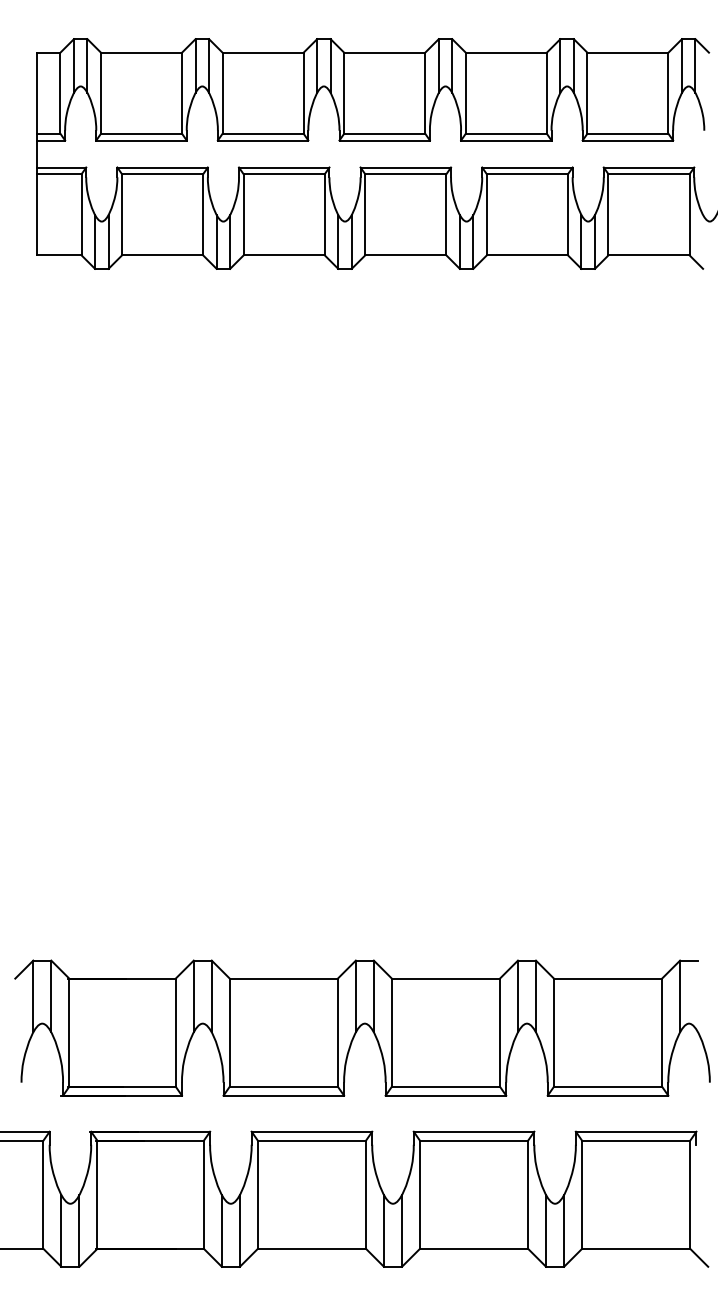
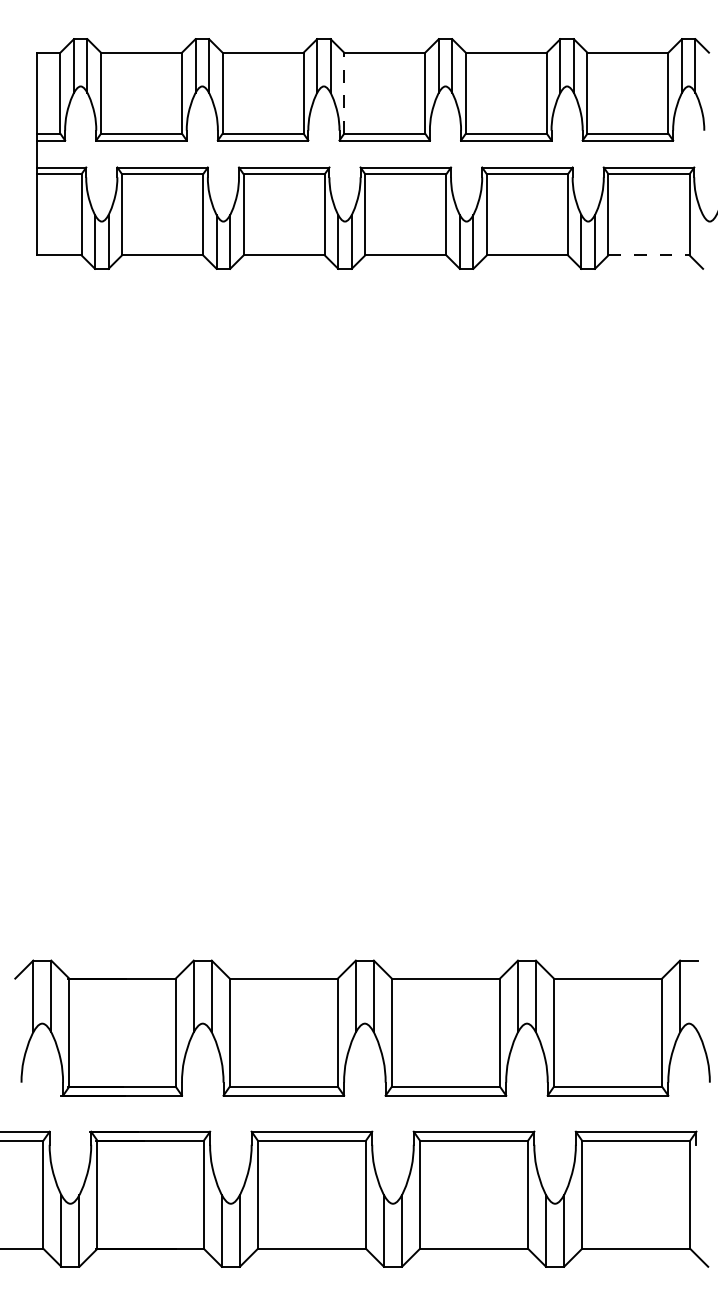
line at (344, 93): solid -> dashed
line at (649, 255): solid -> dashed
